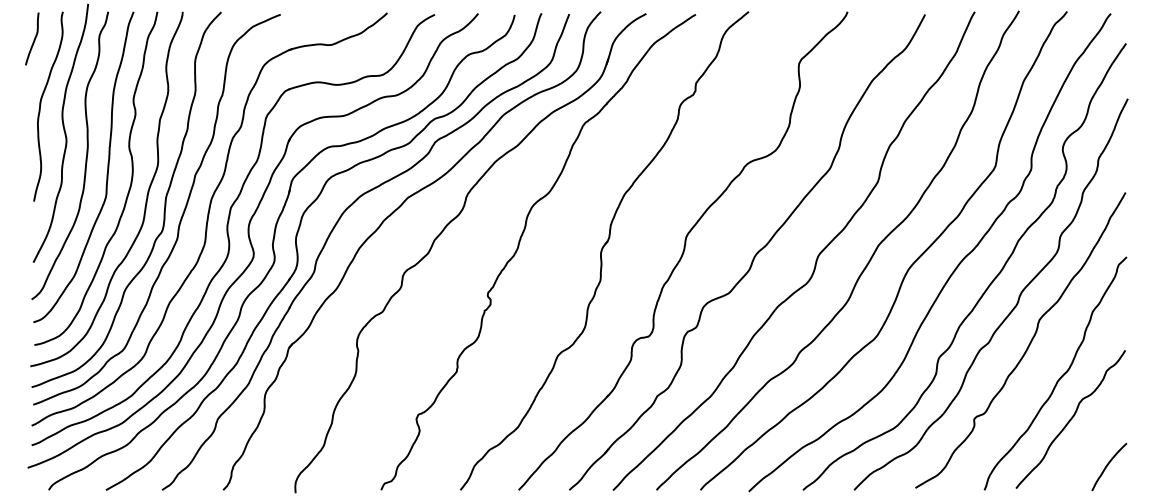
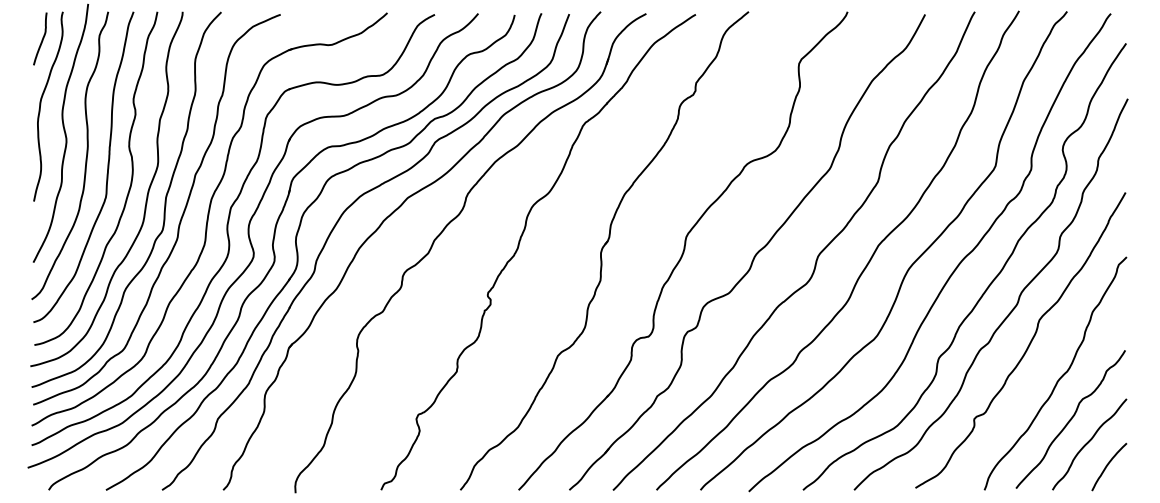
curve at (33, 39) position: (33, 39) -> (41, 39)
curve at (1088, 443): none -> present
